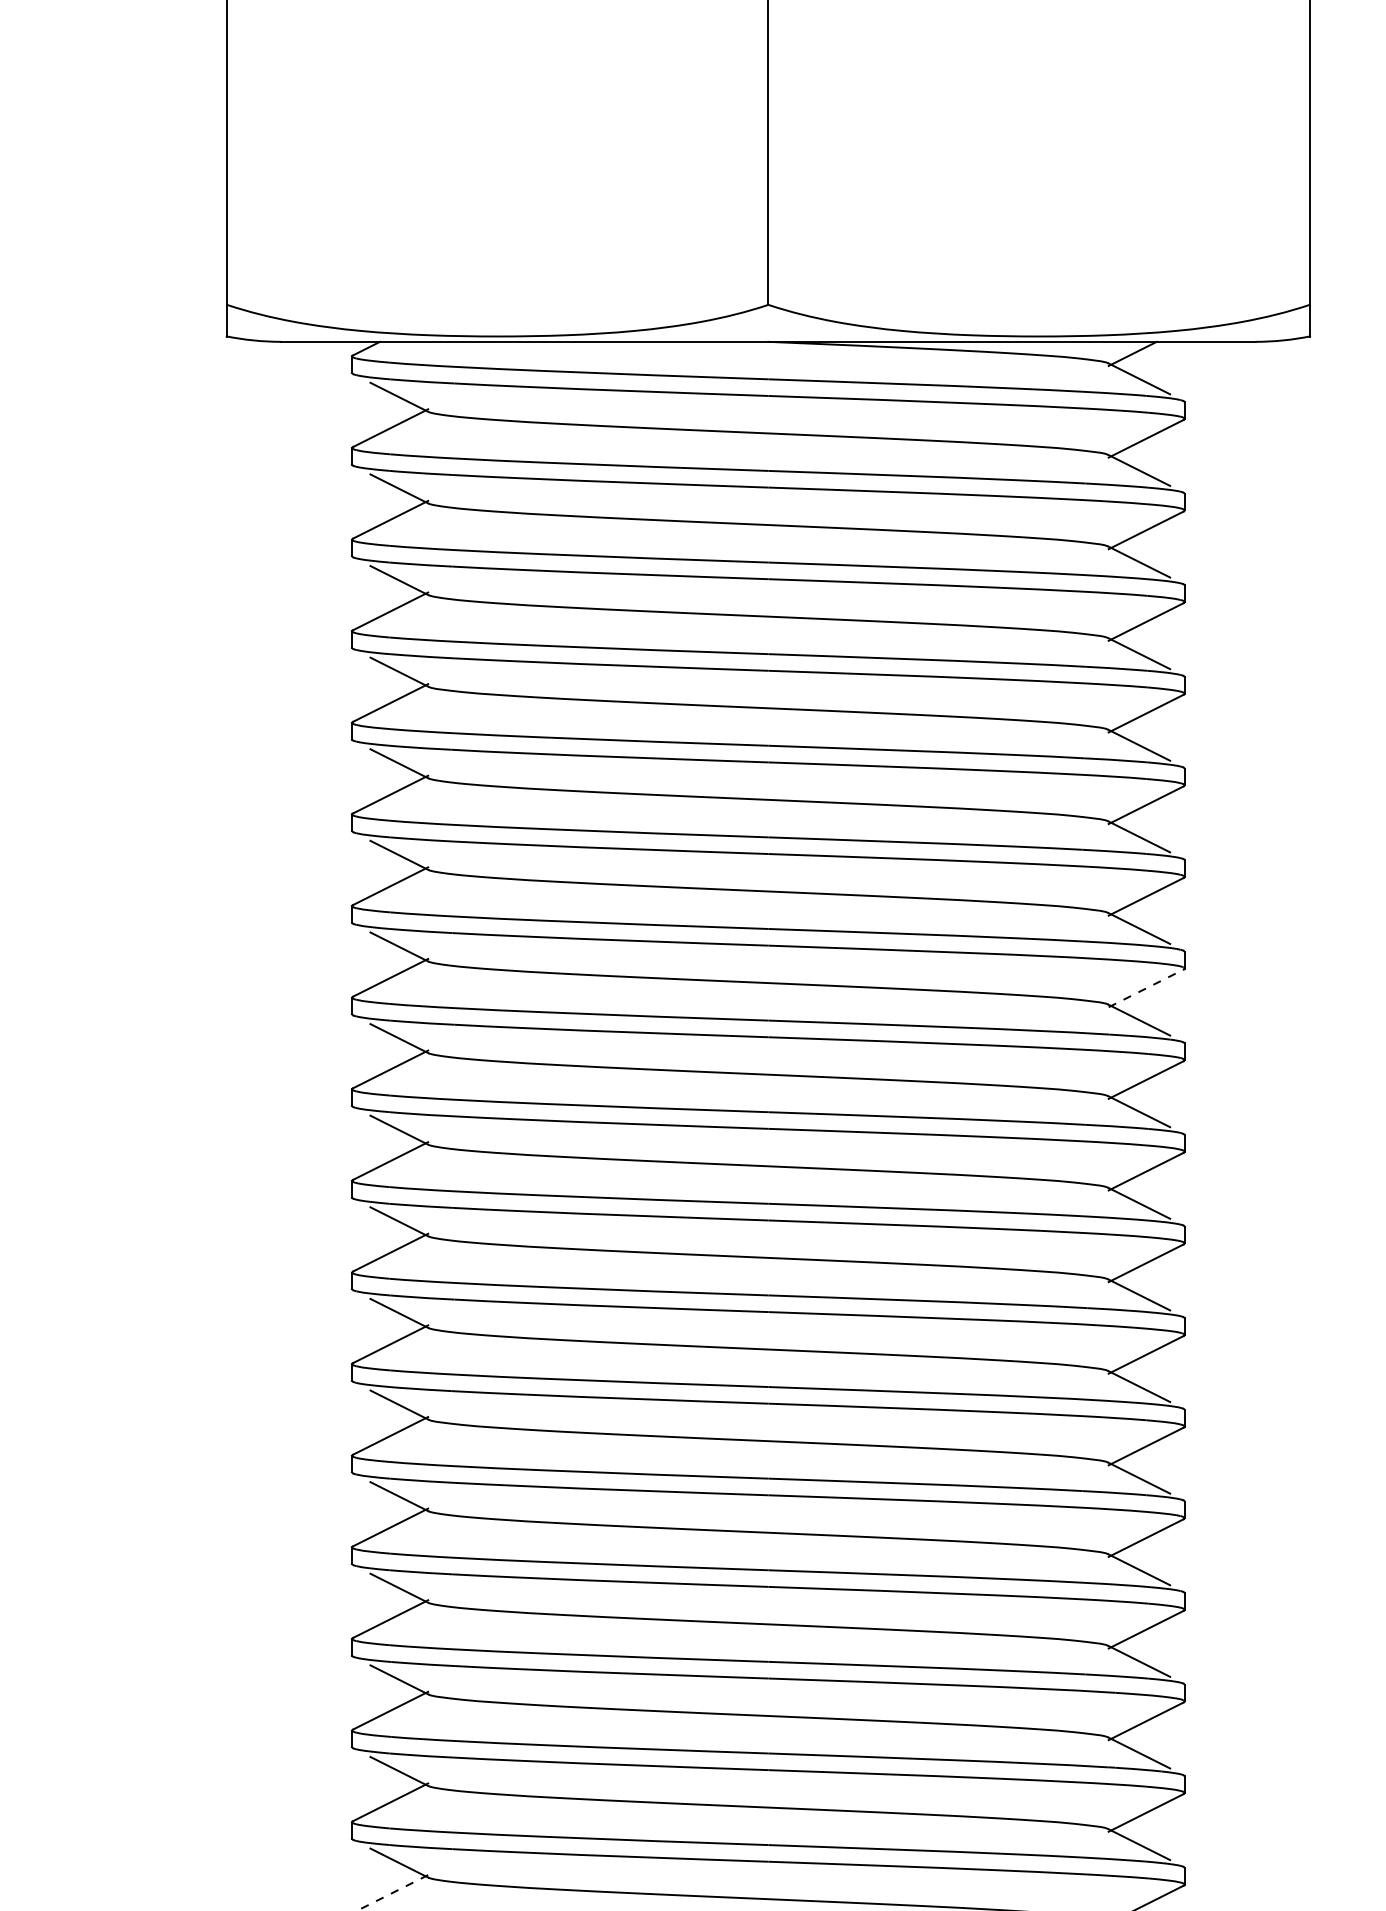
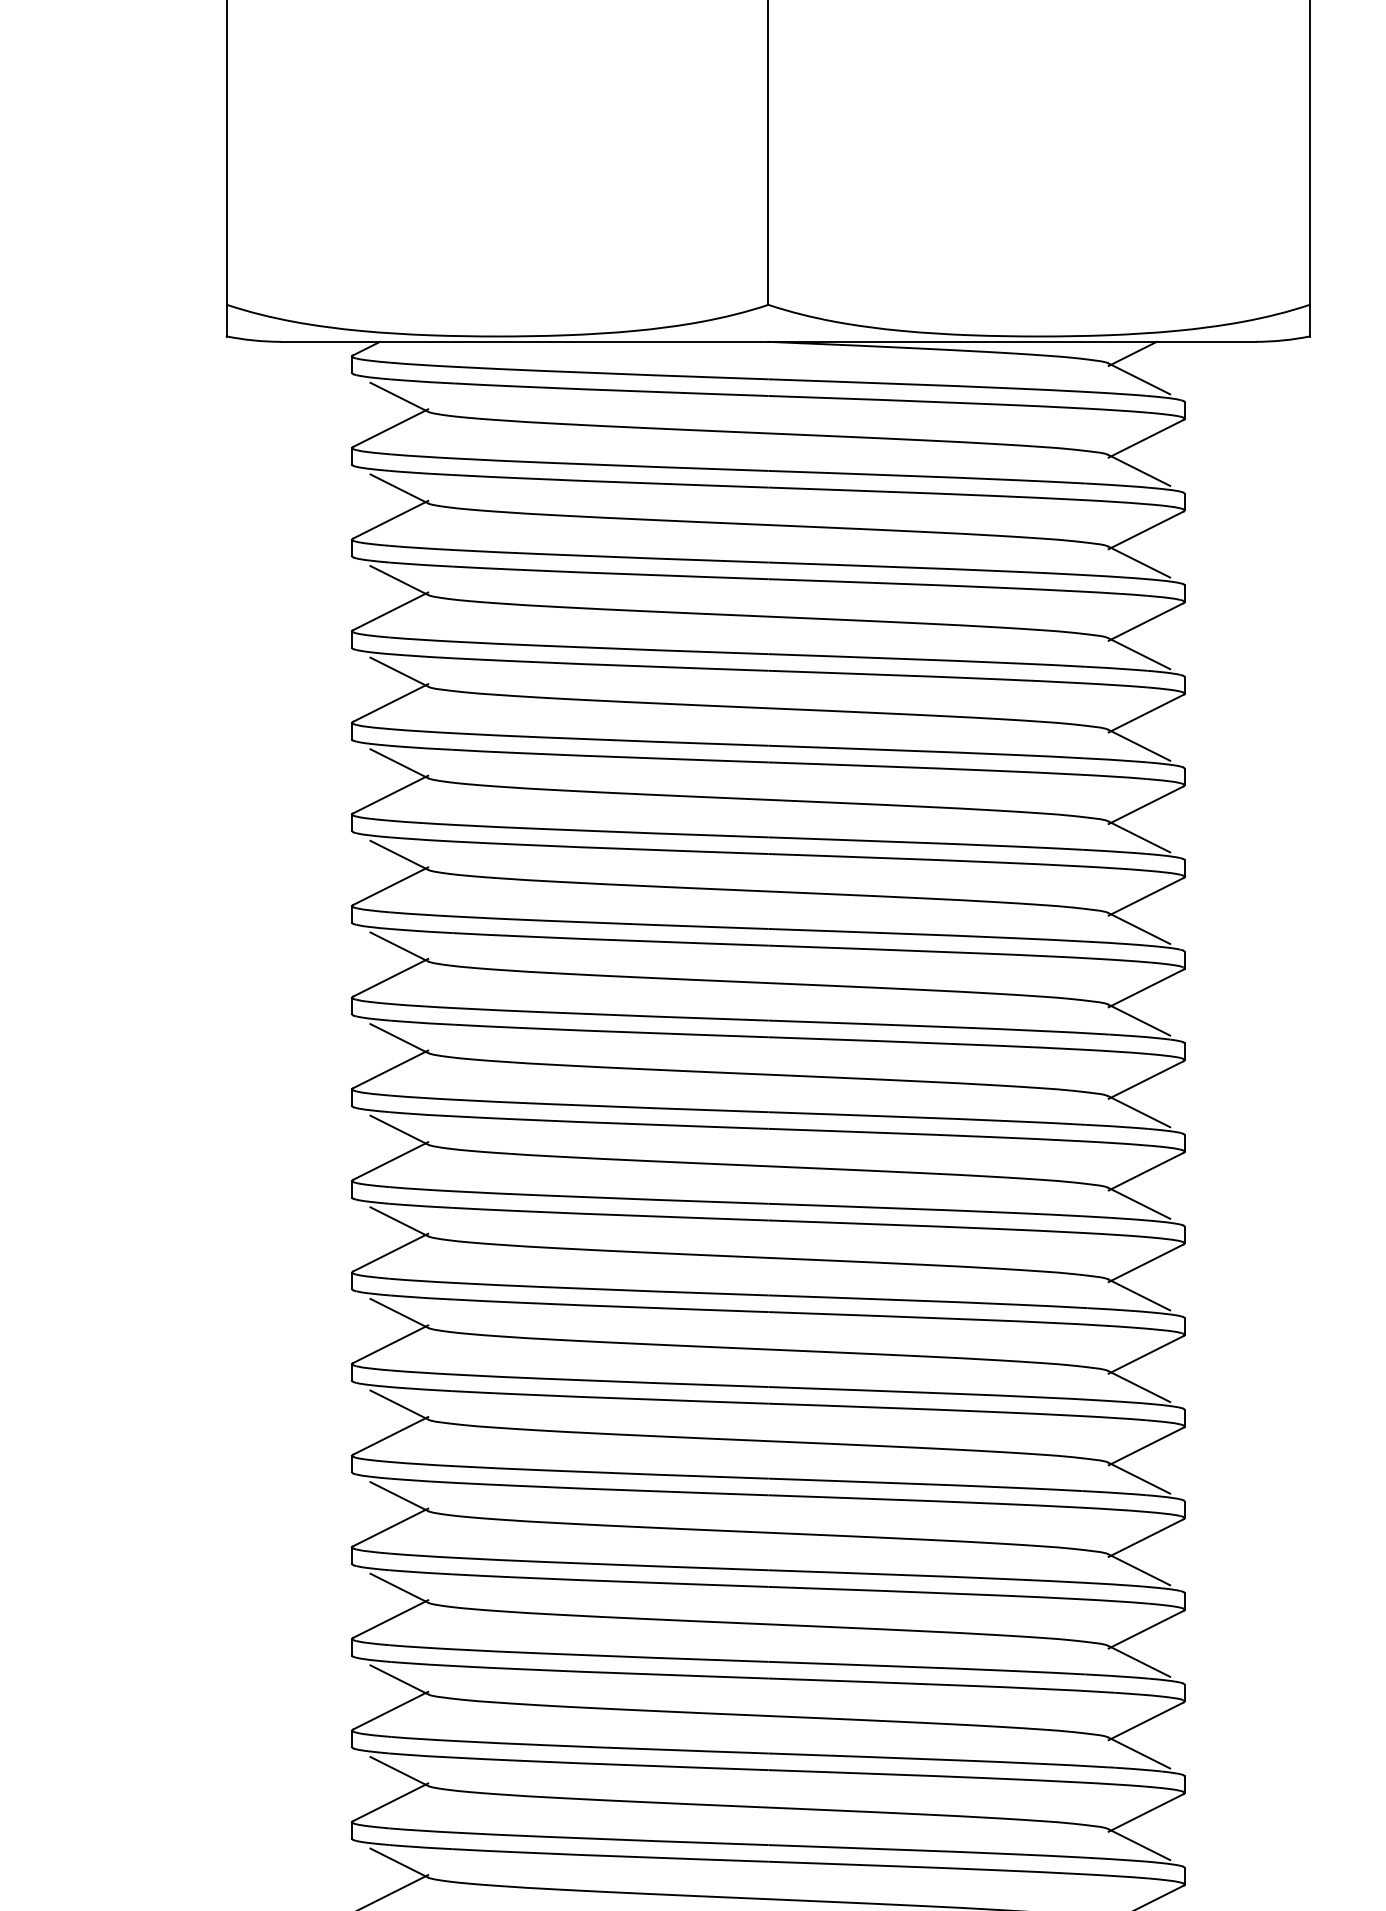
line at (1146, 988): dashed -> solid
line at (392, 1892): dashed -> solid
